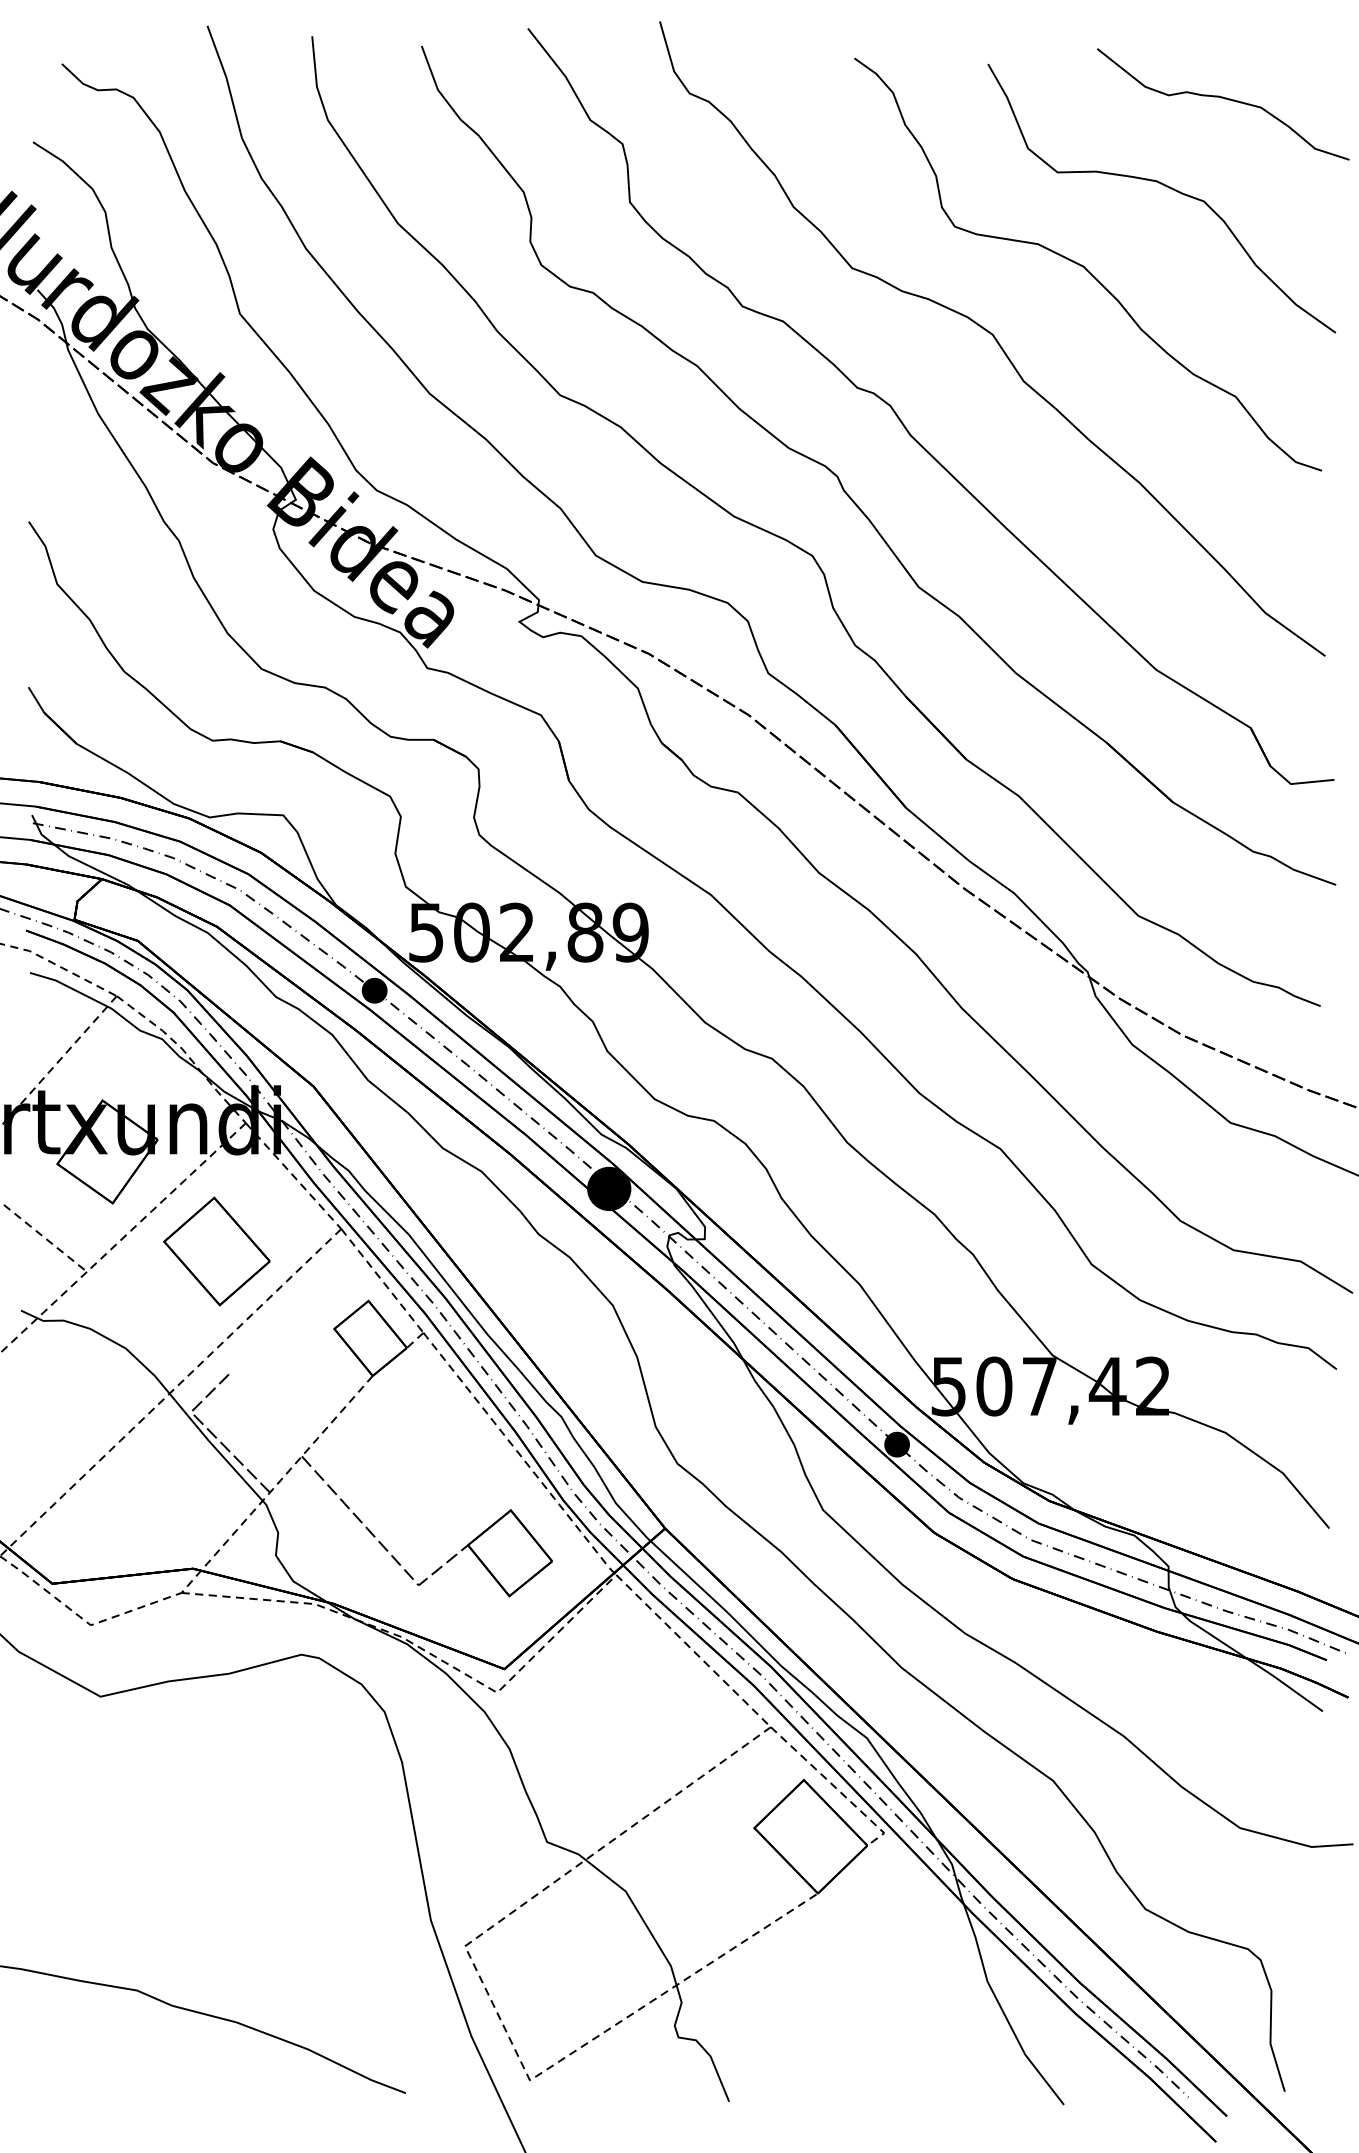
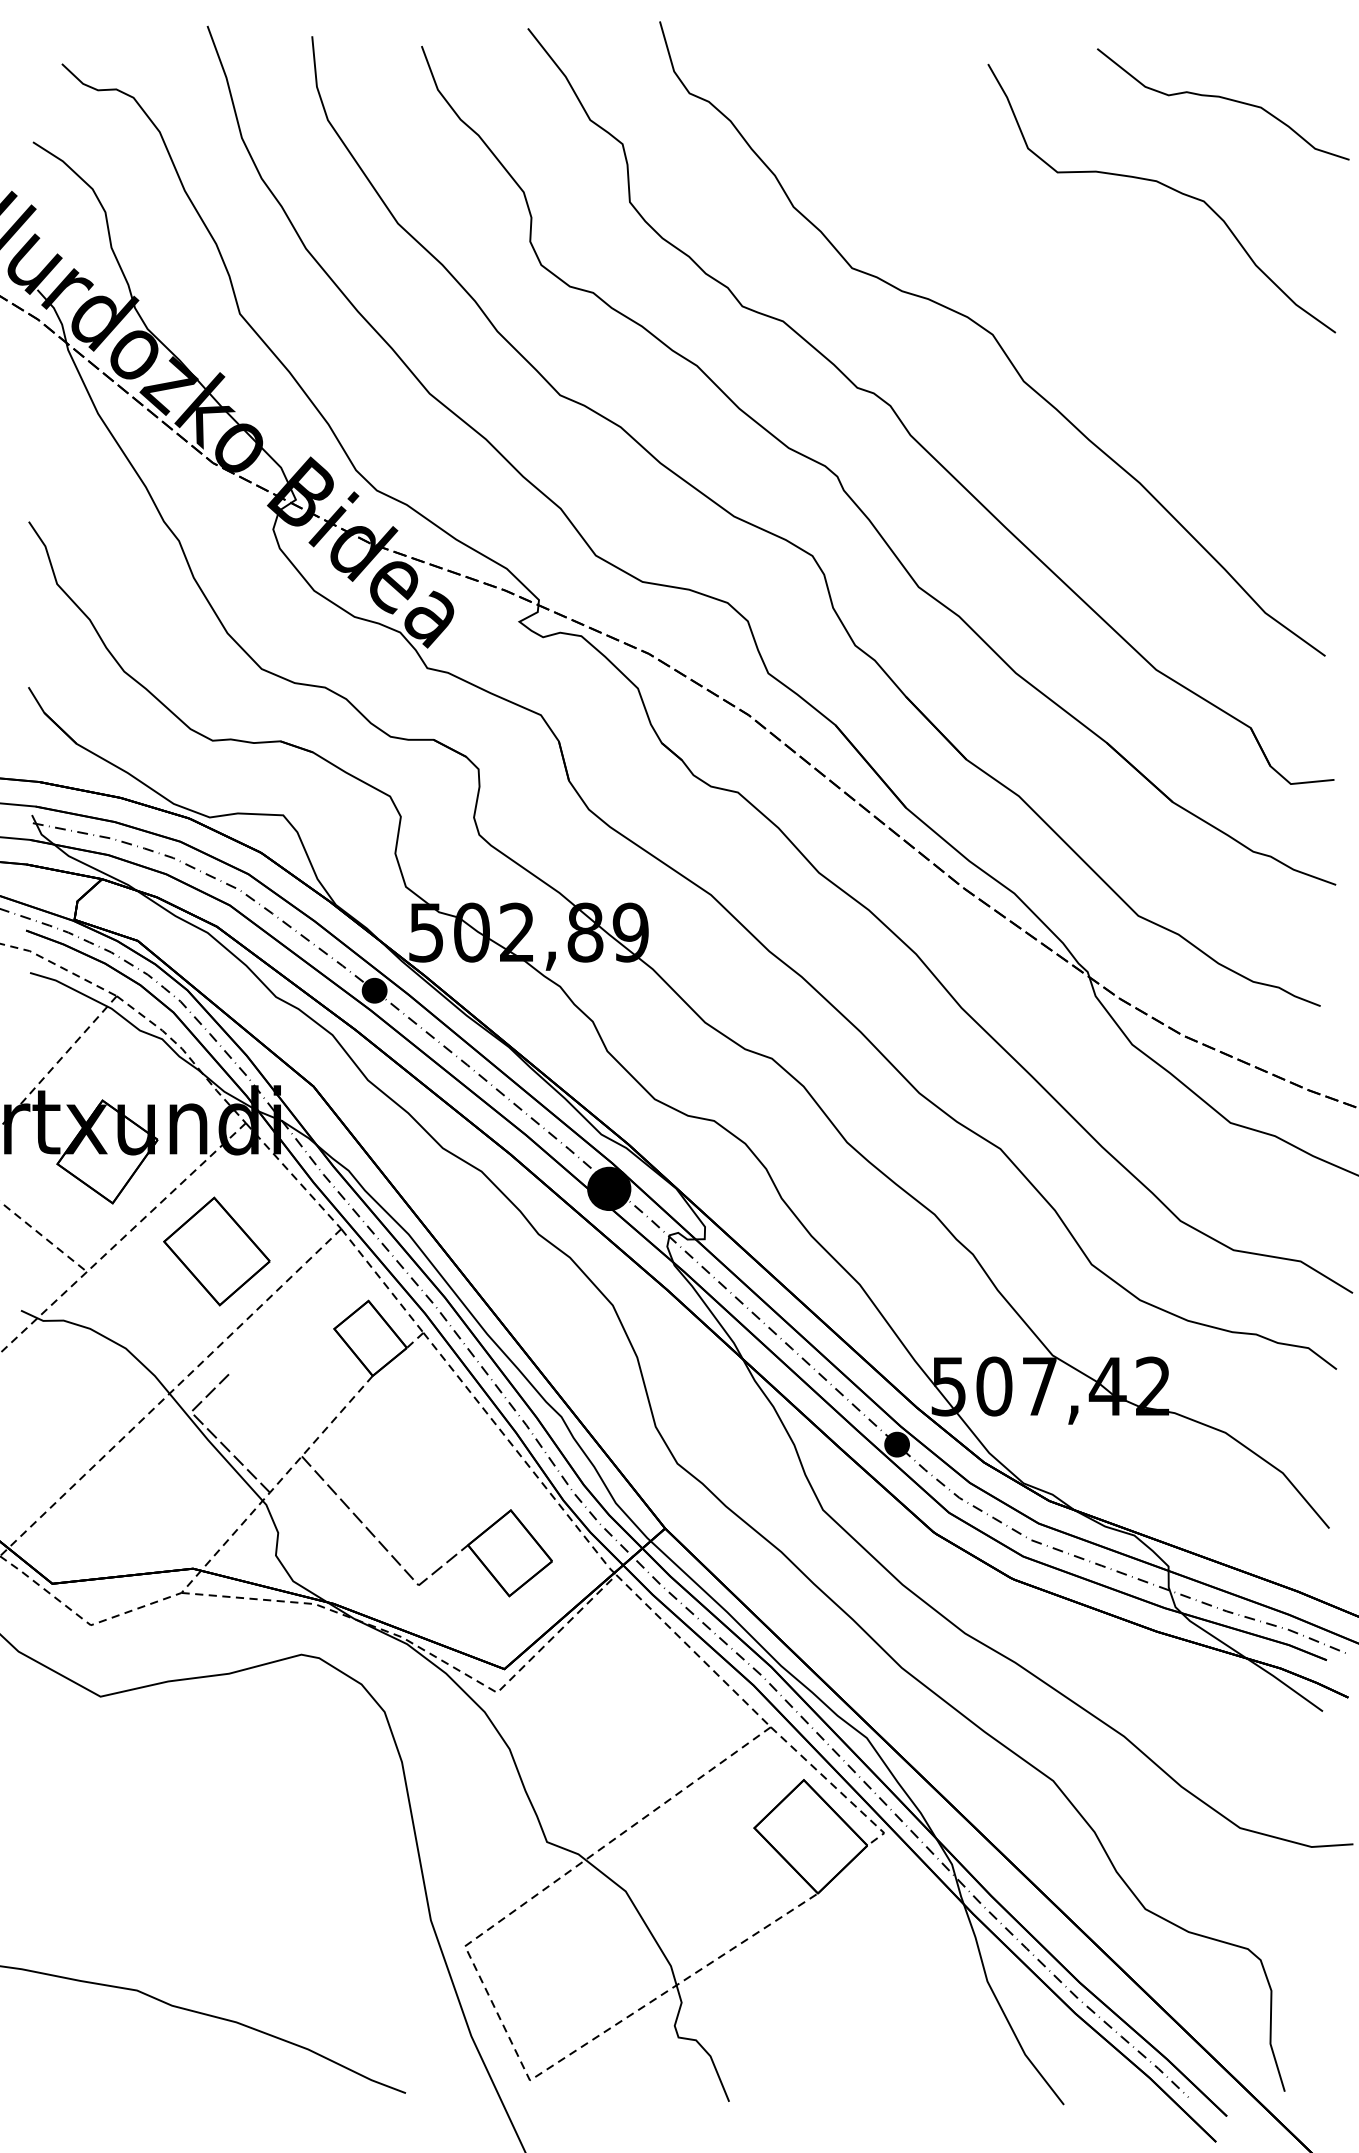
curve at (1084, 266): present -> none
